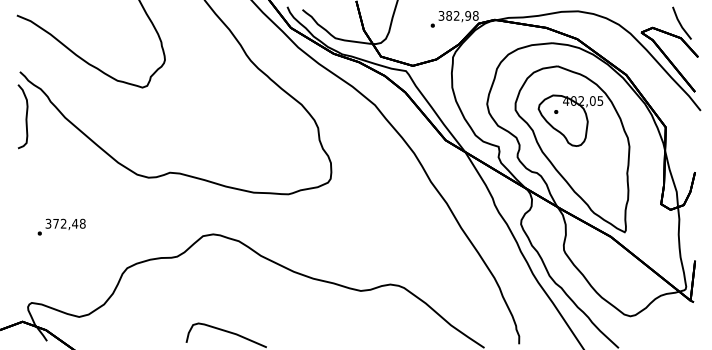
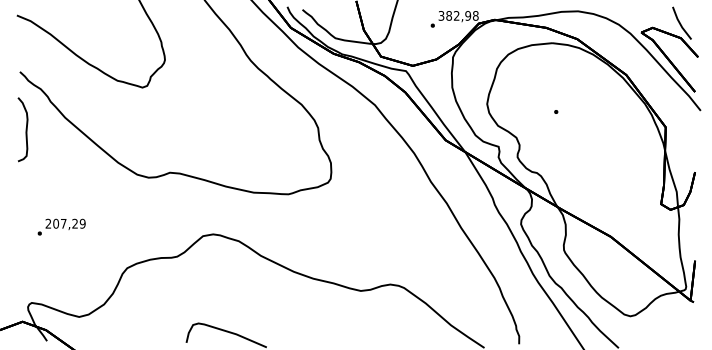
curve at (25, 116) position: (25, 116) -> (25, 129)
part at (572, 149): present -> none
text at (65, 223): 372,48 -> 207,29
